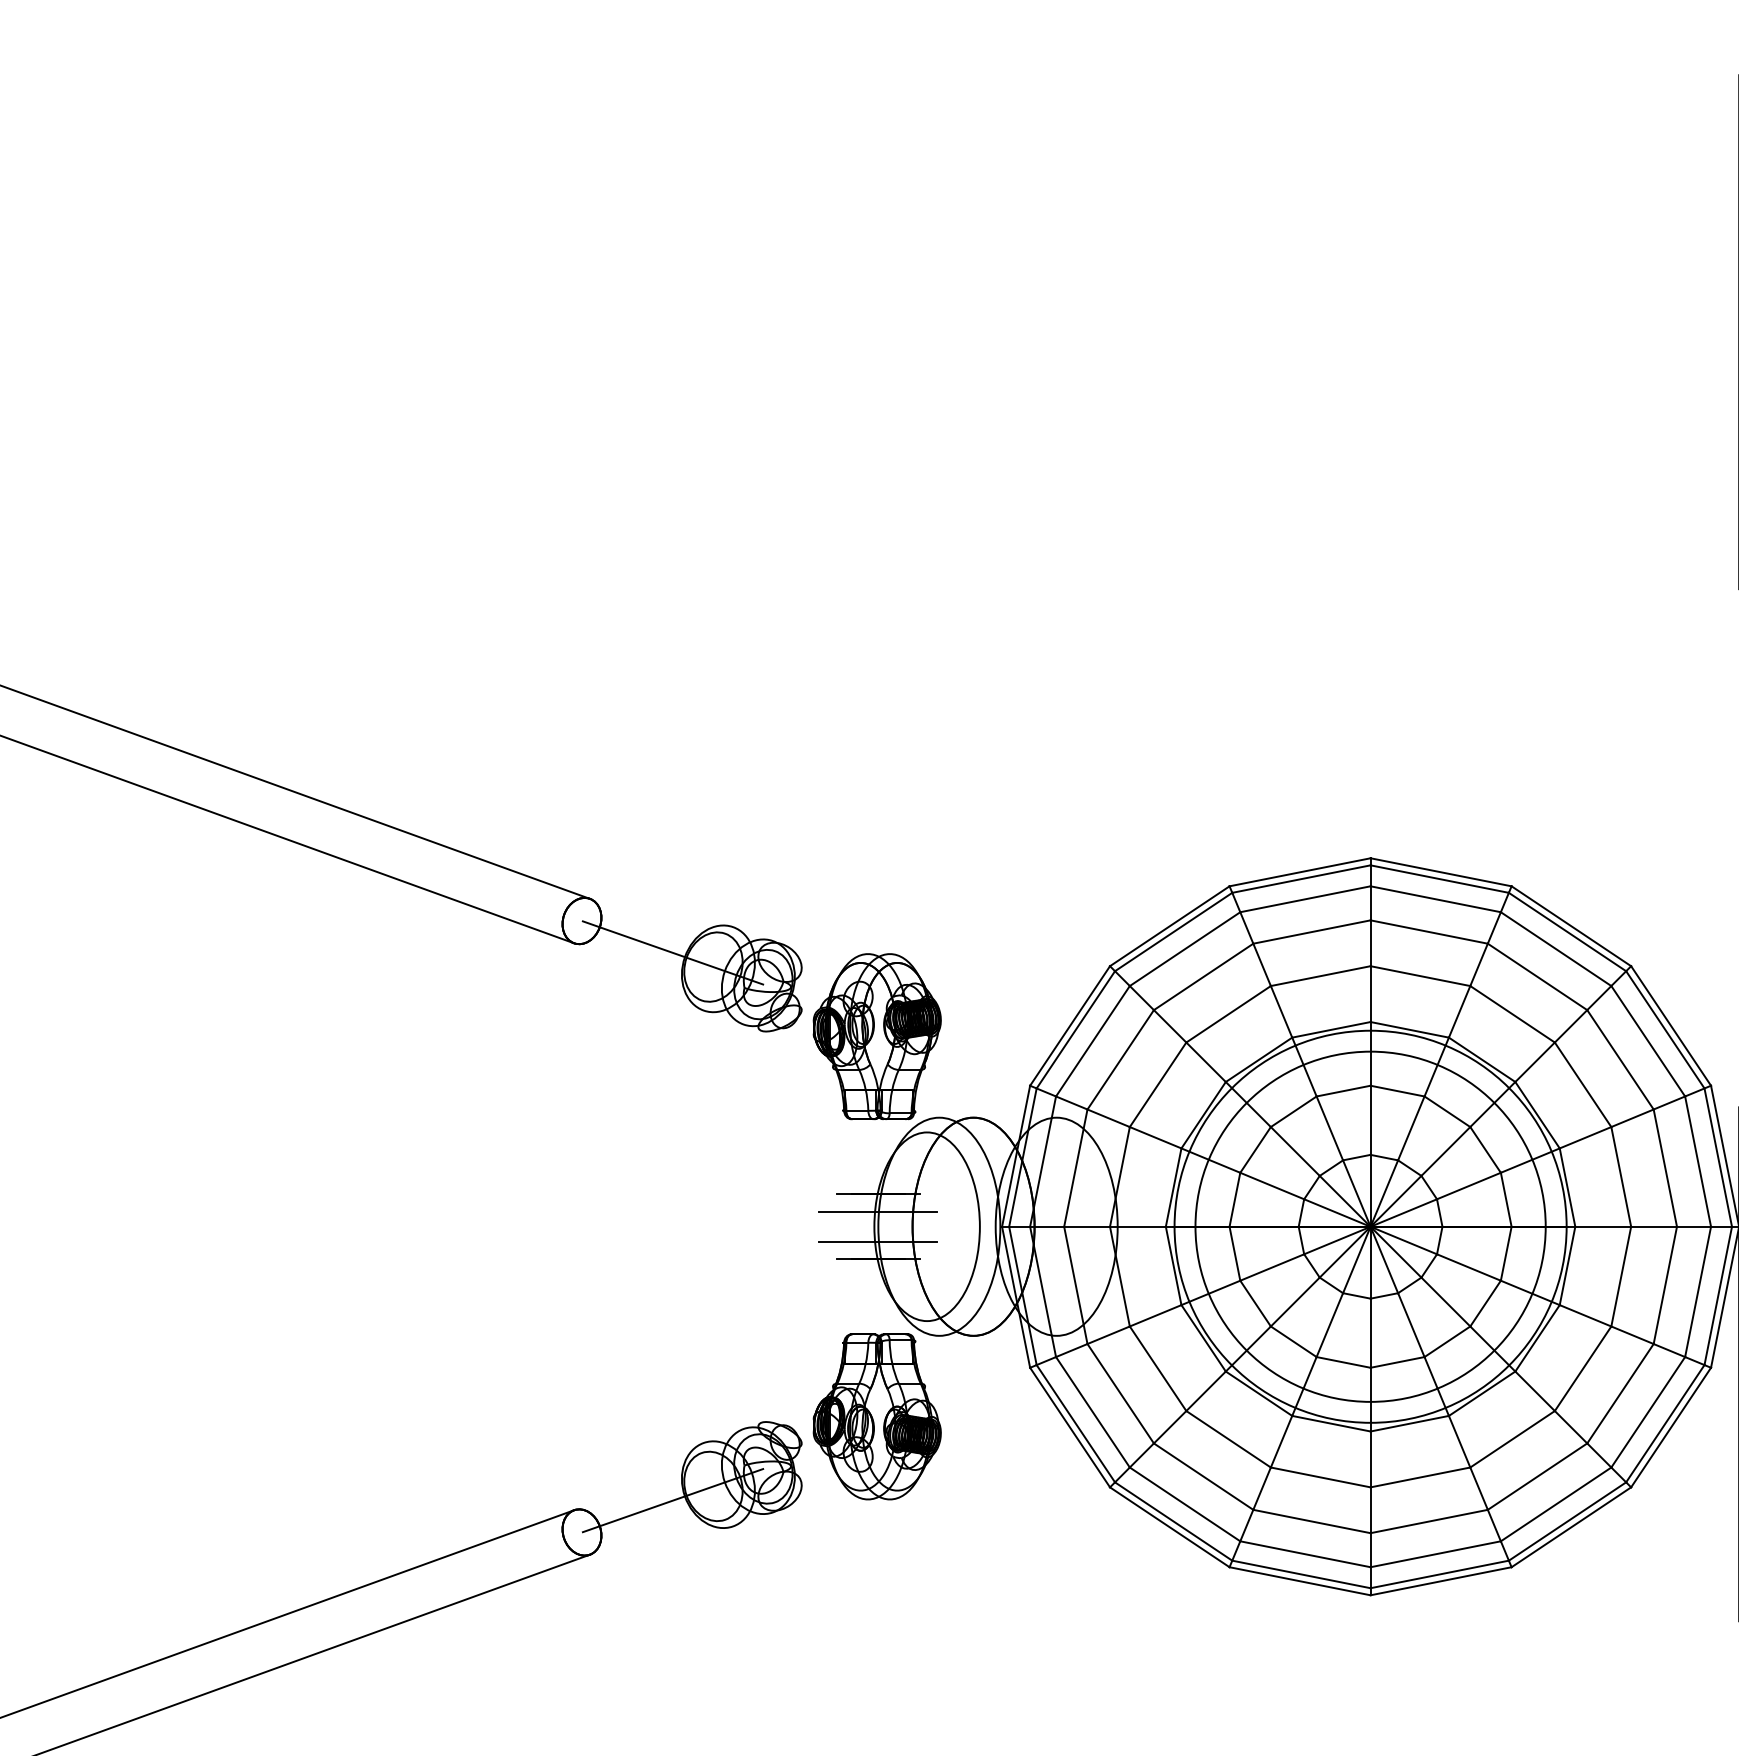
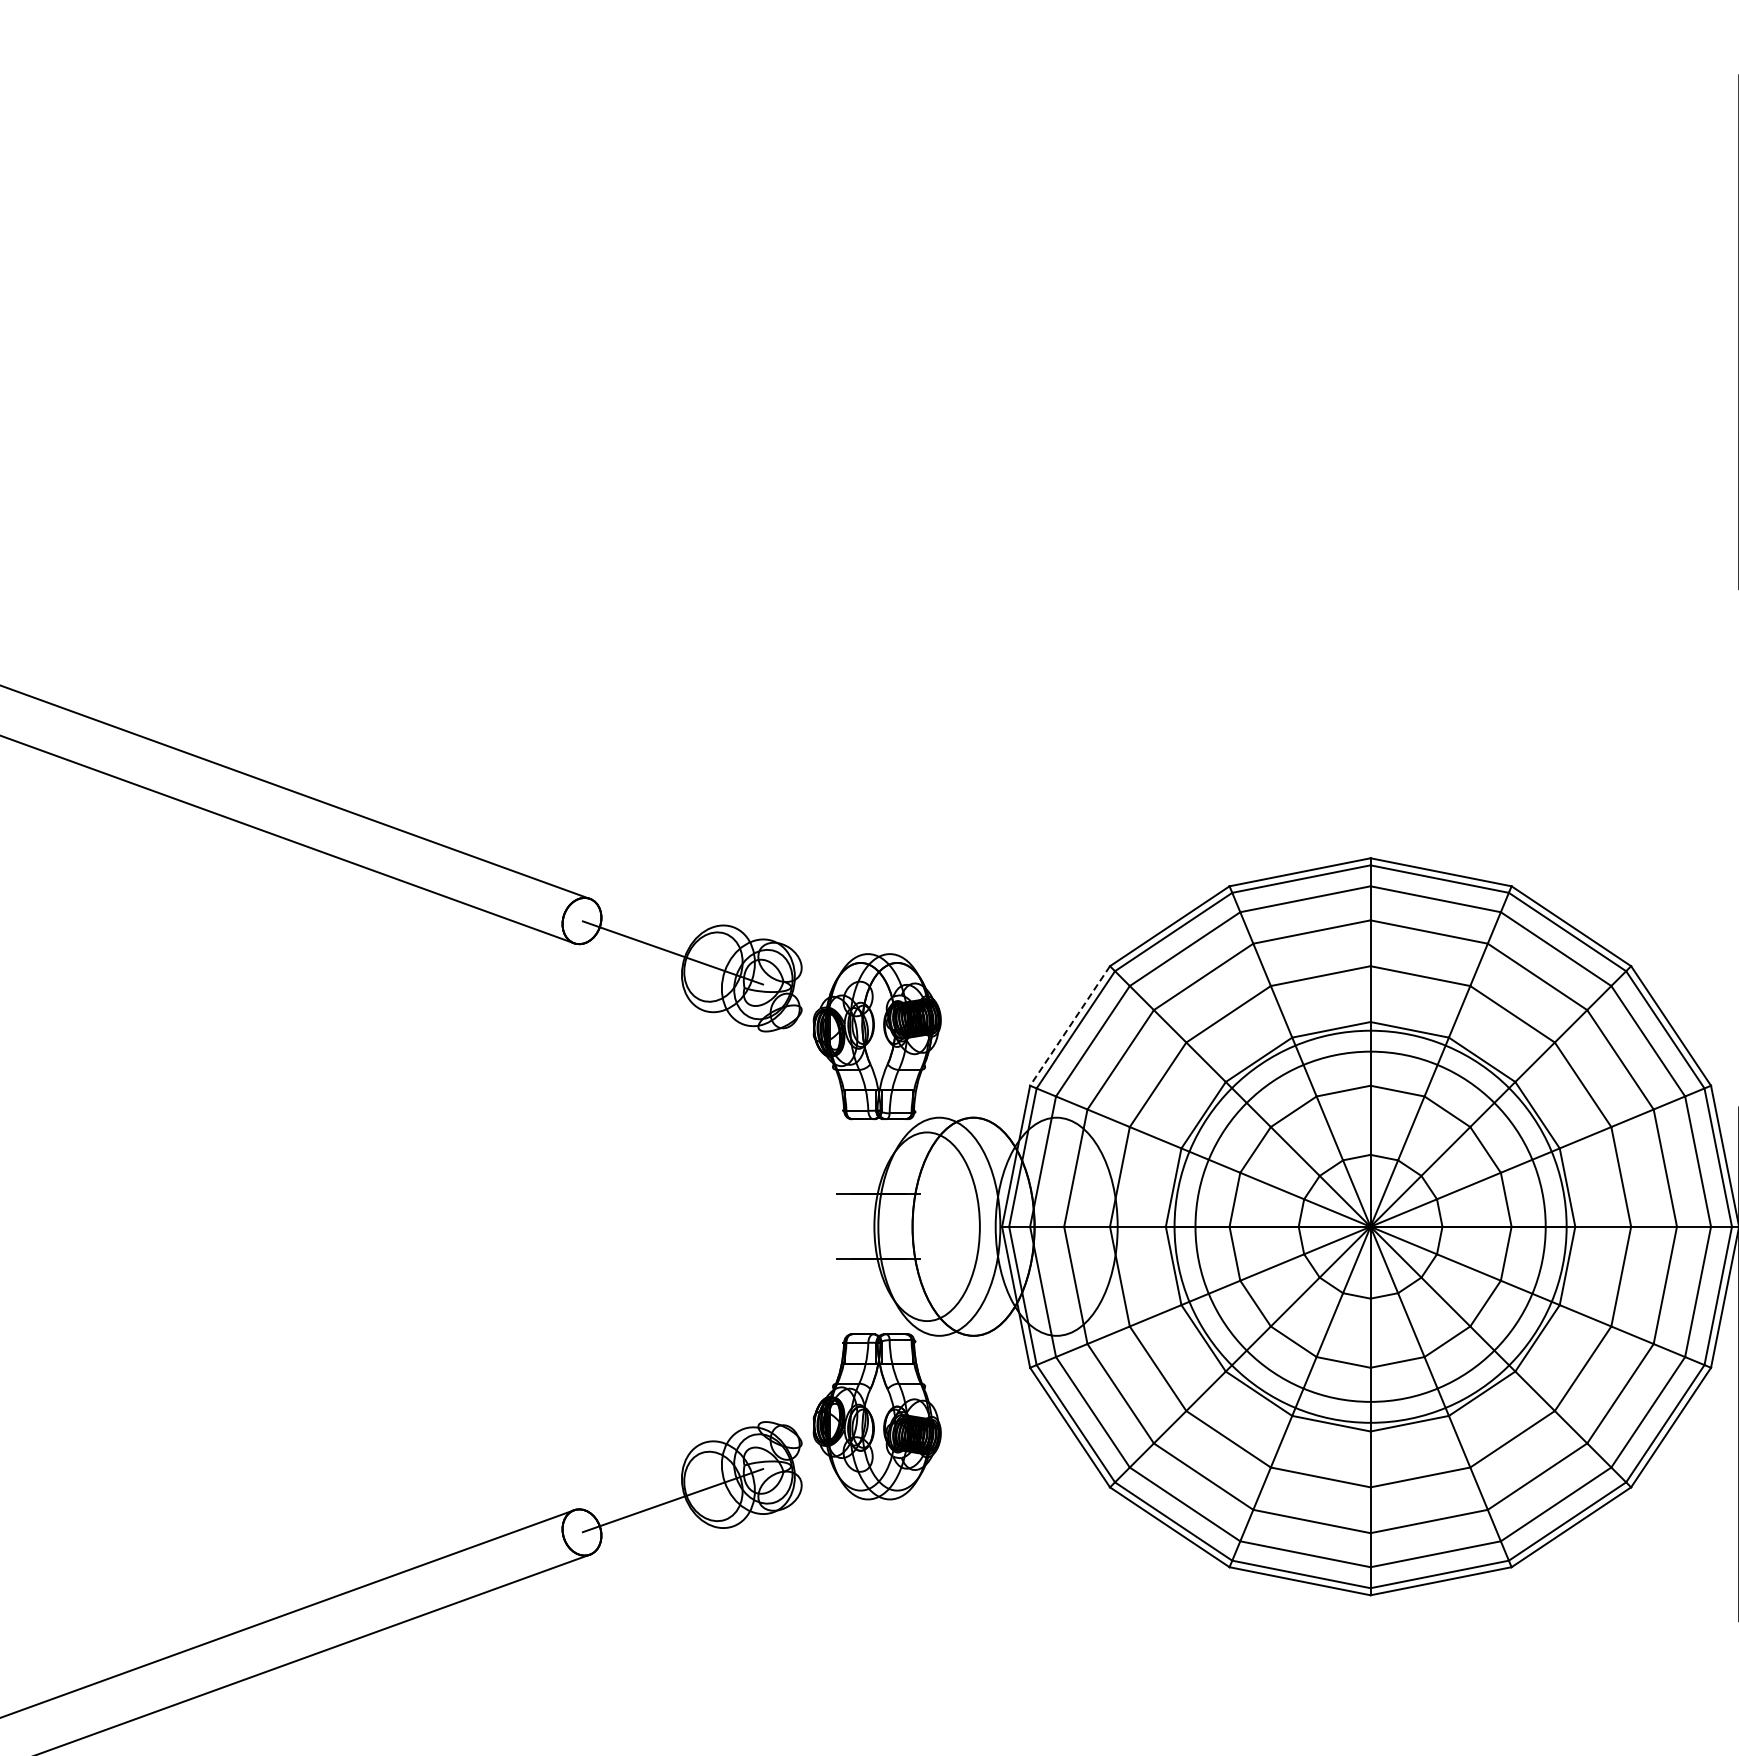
line at (1070, 1025): solid -> dashed
line at (878, 1212): present -> none
line at (878, 1241): present -> none
